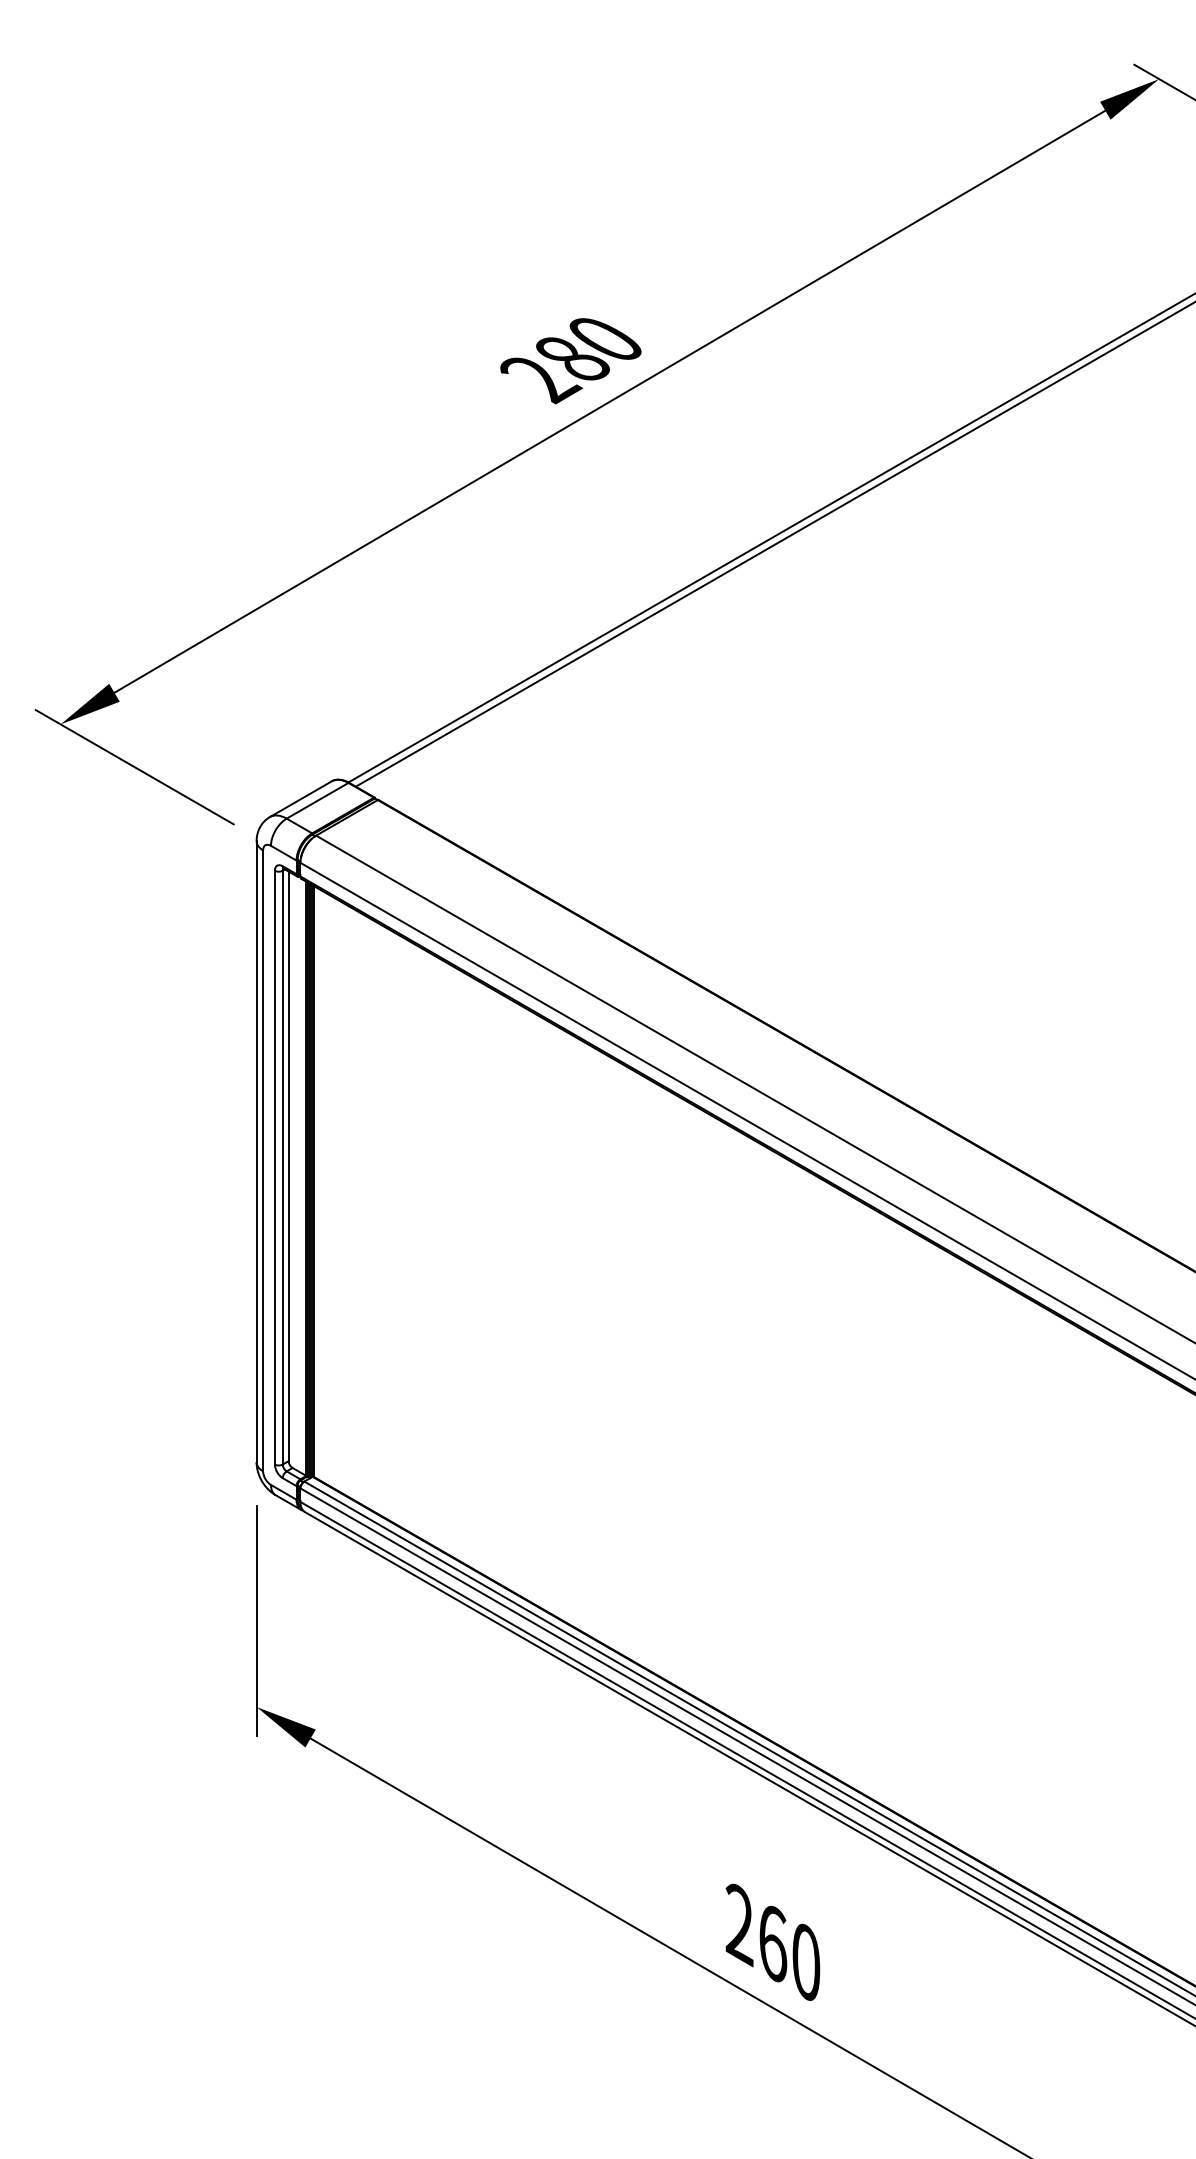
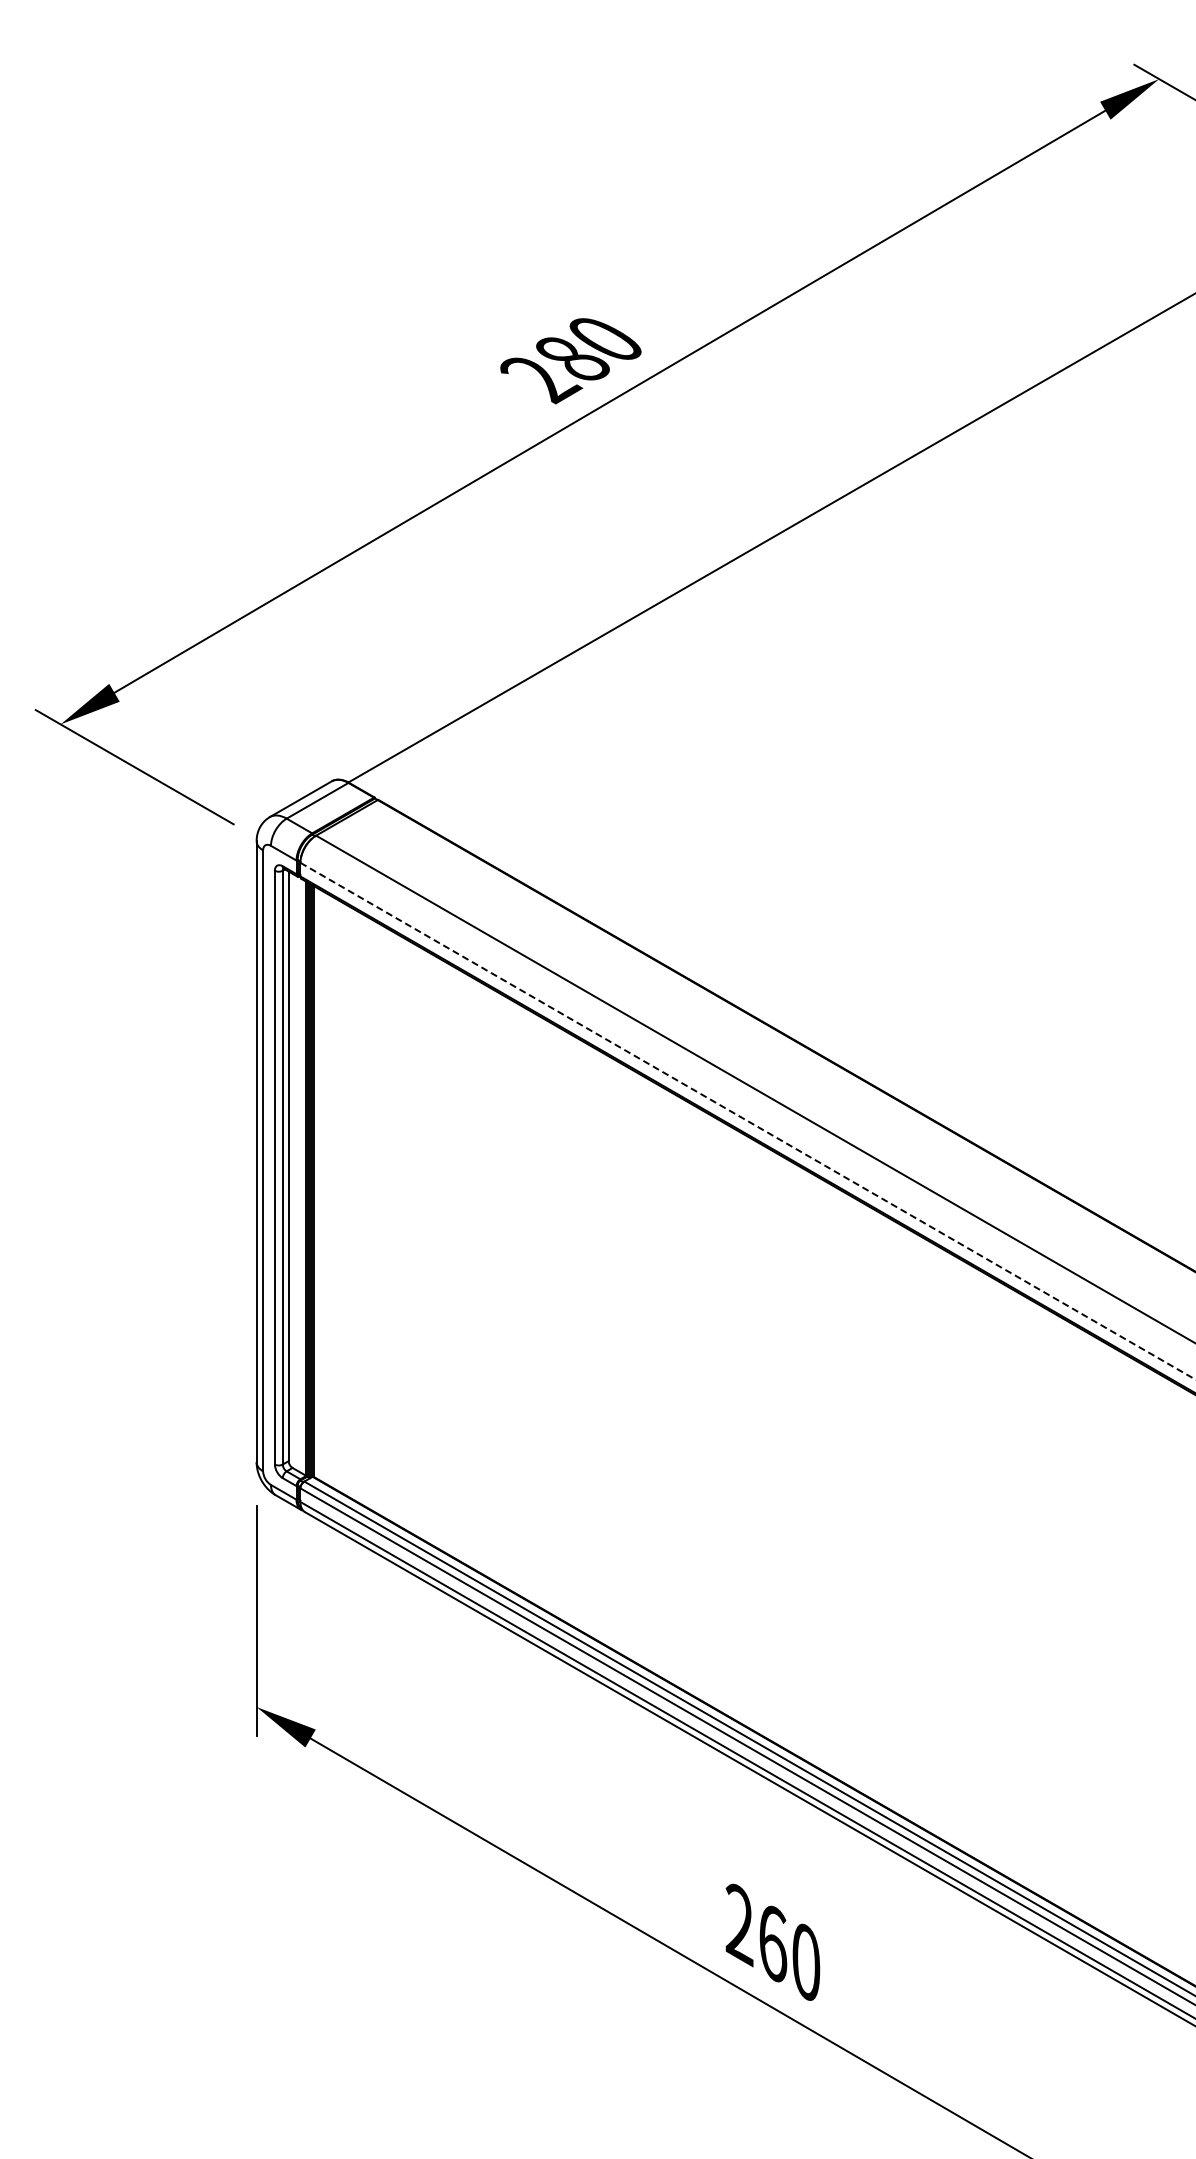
line at (773, 544): present -> none
line at (747, 1121): solid -> dashed
